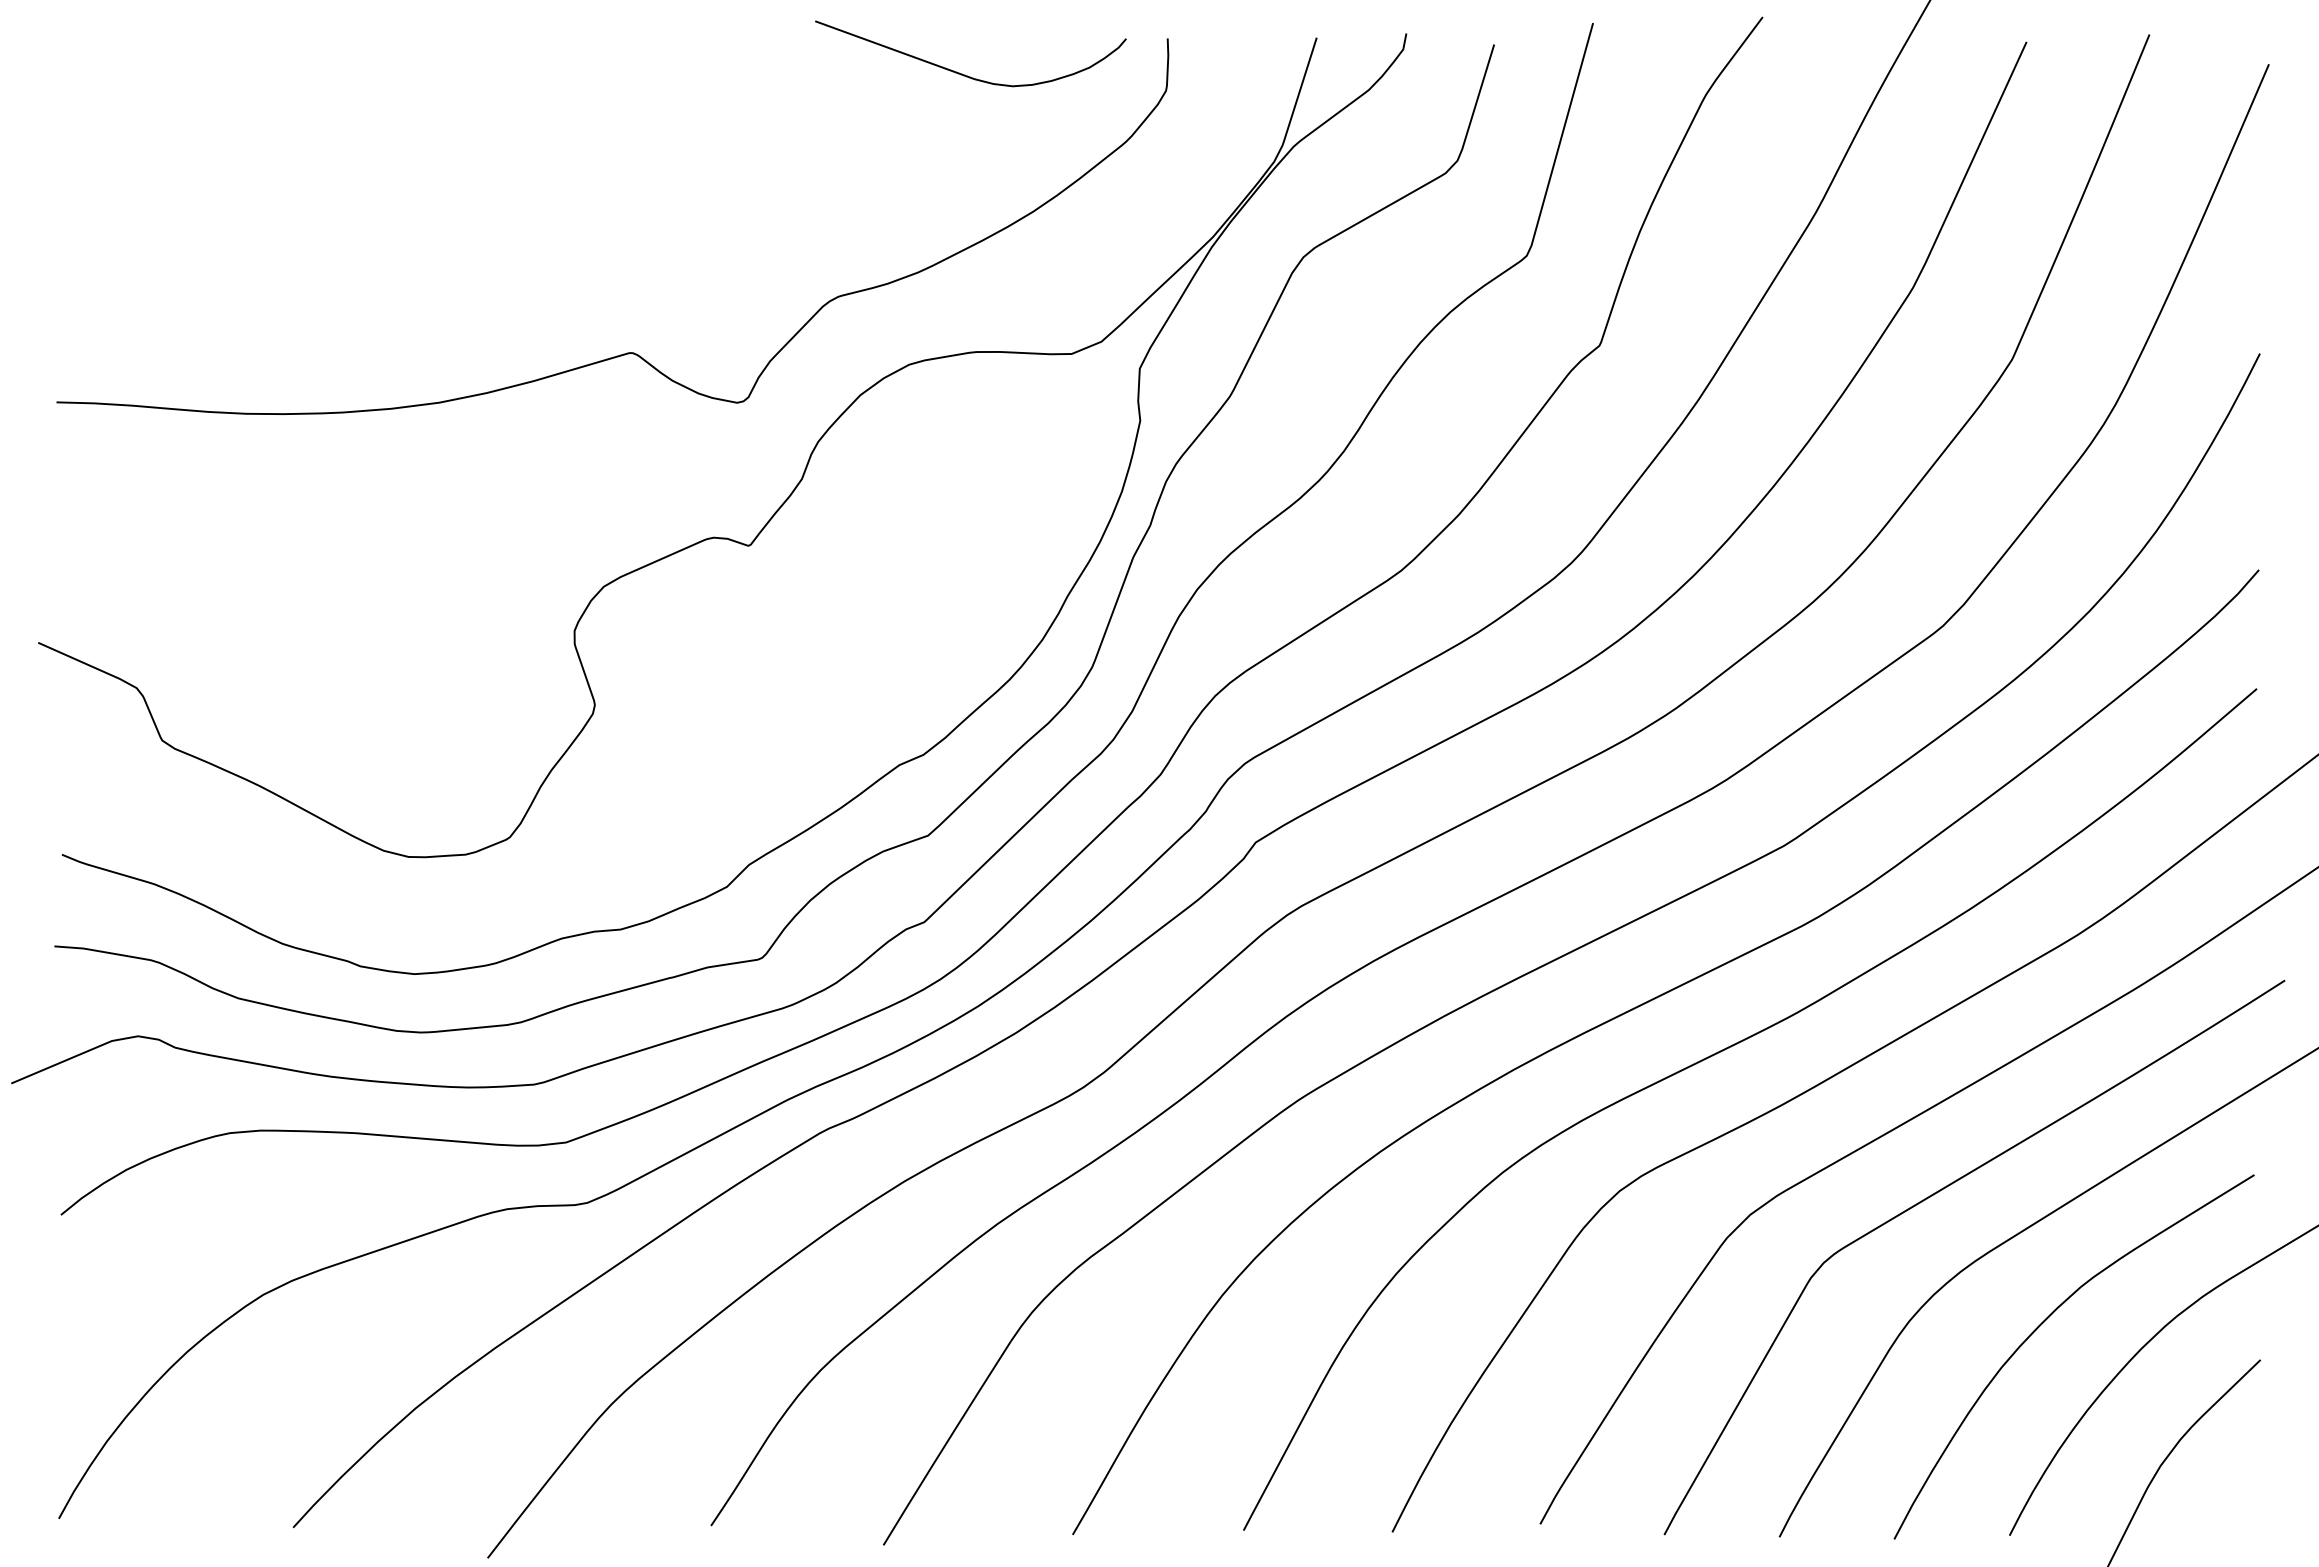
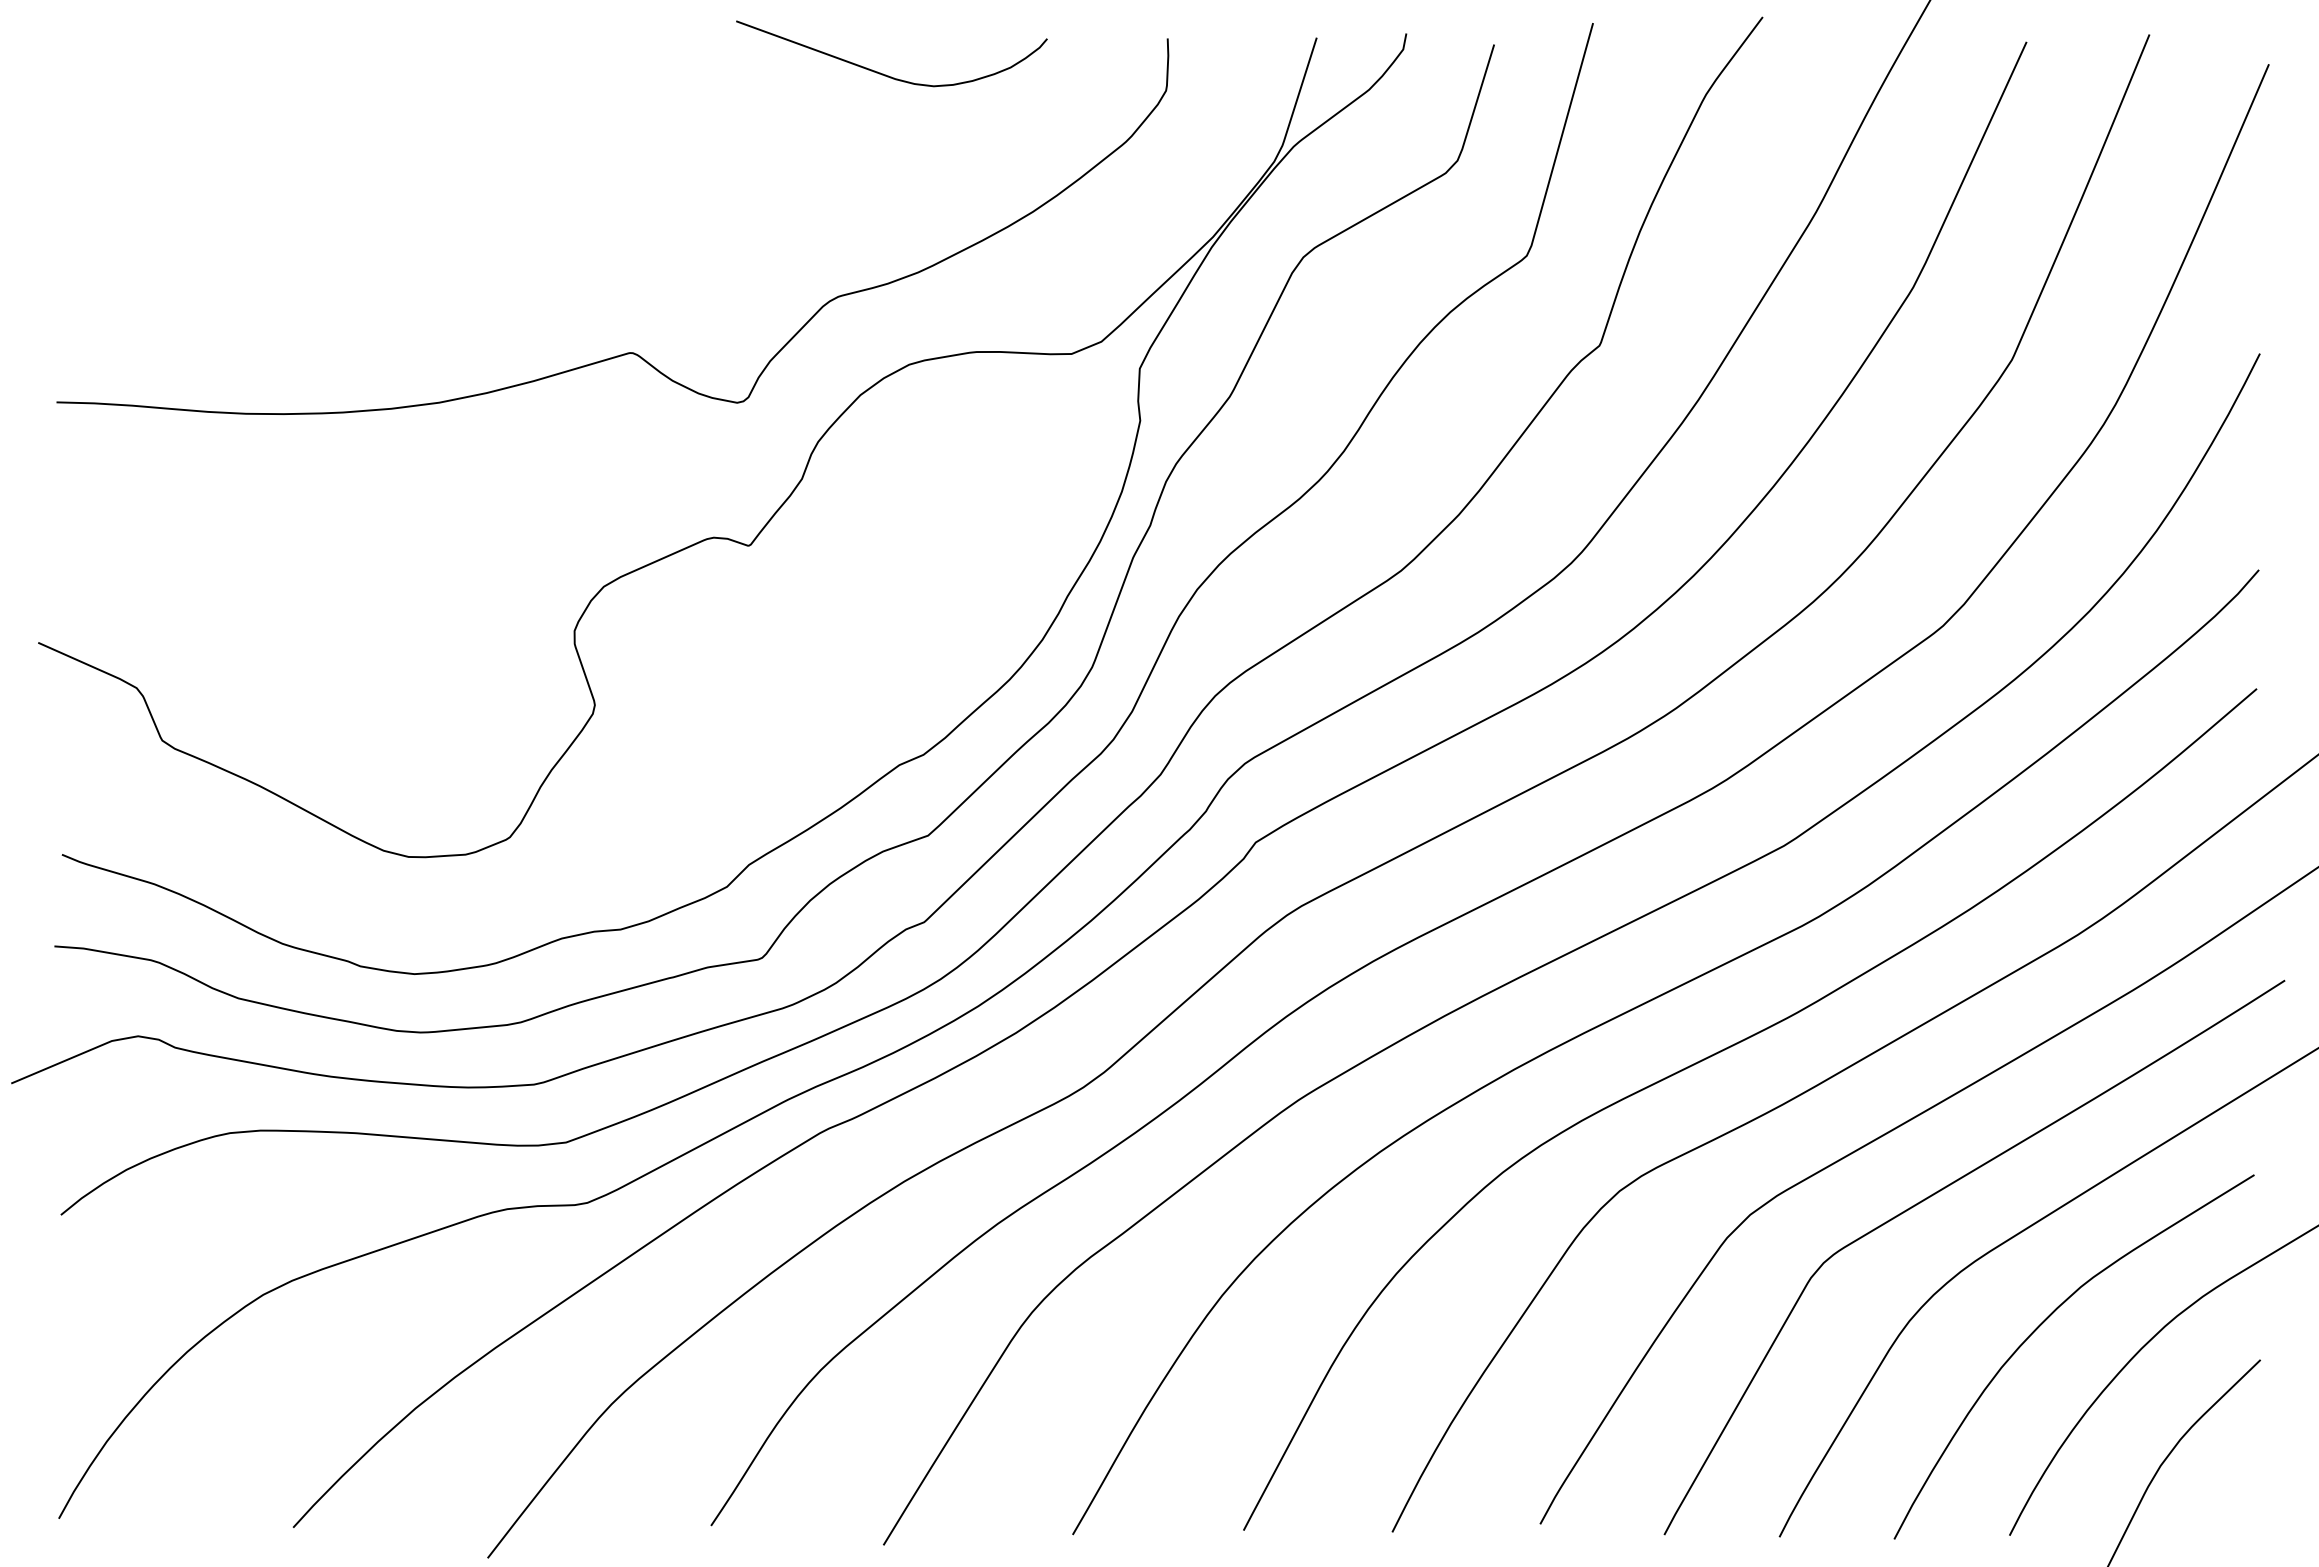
curve at (962, 73) position: (962, 73) -> (883, 73)
